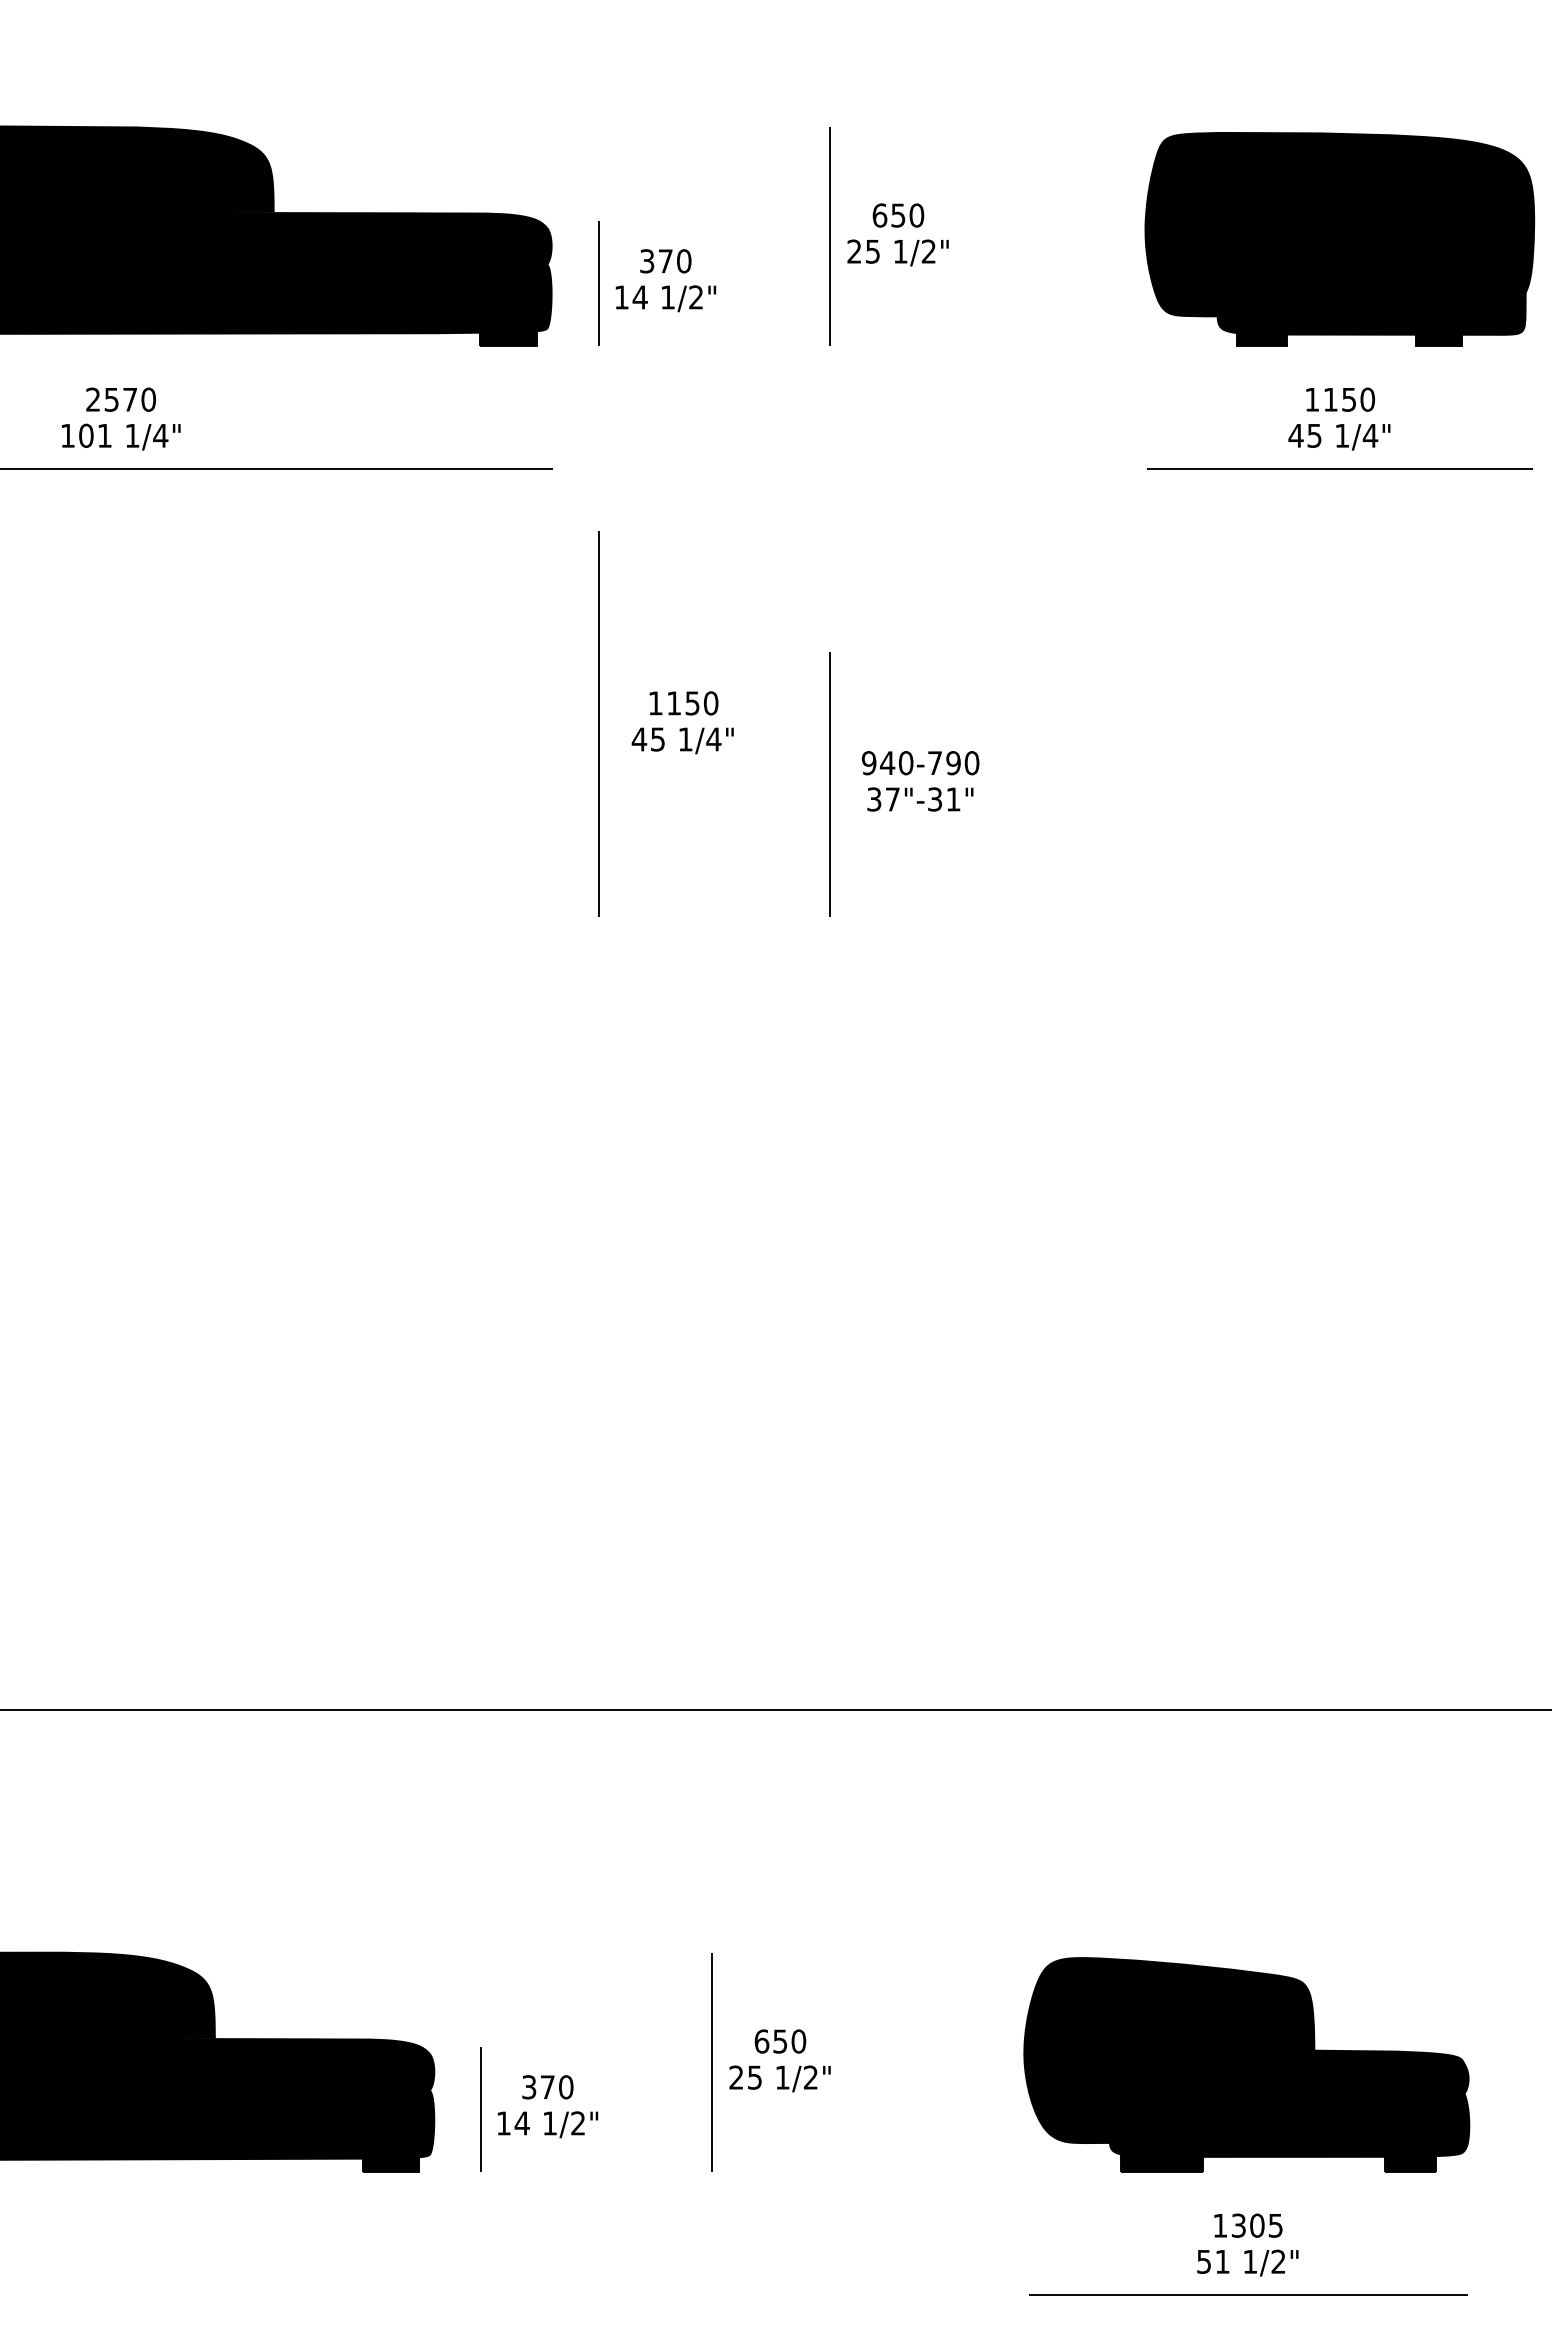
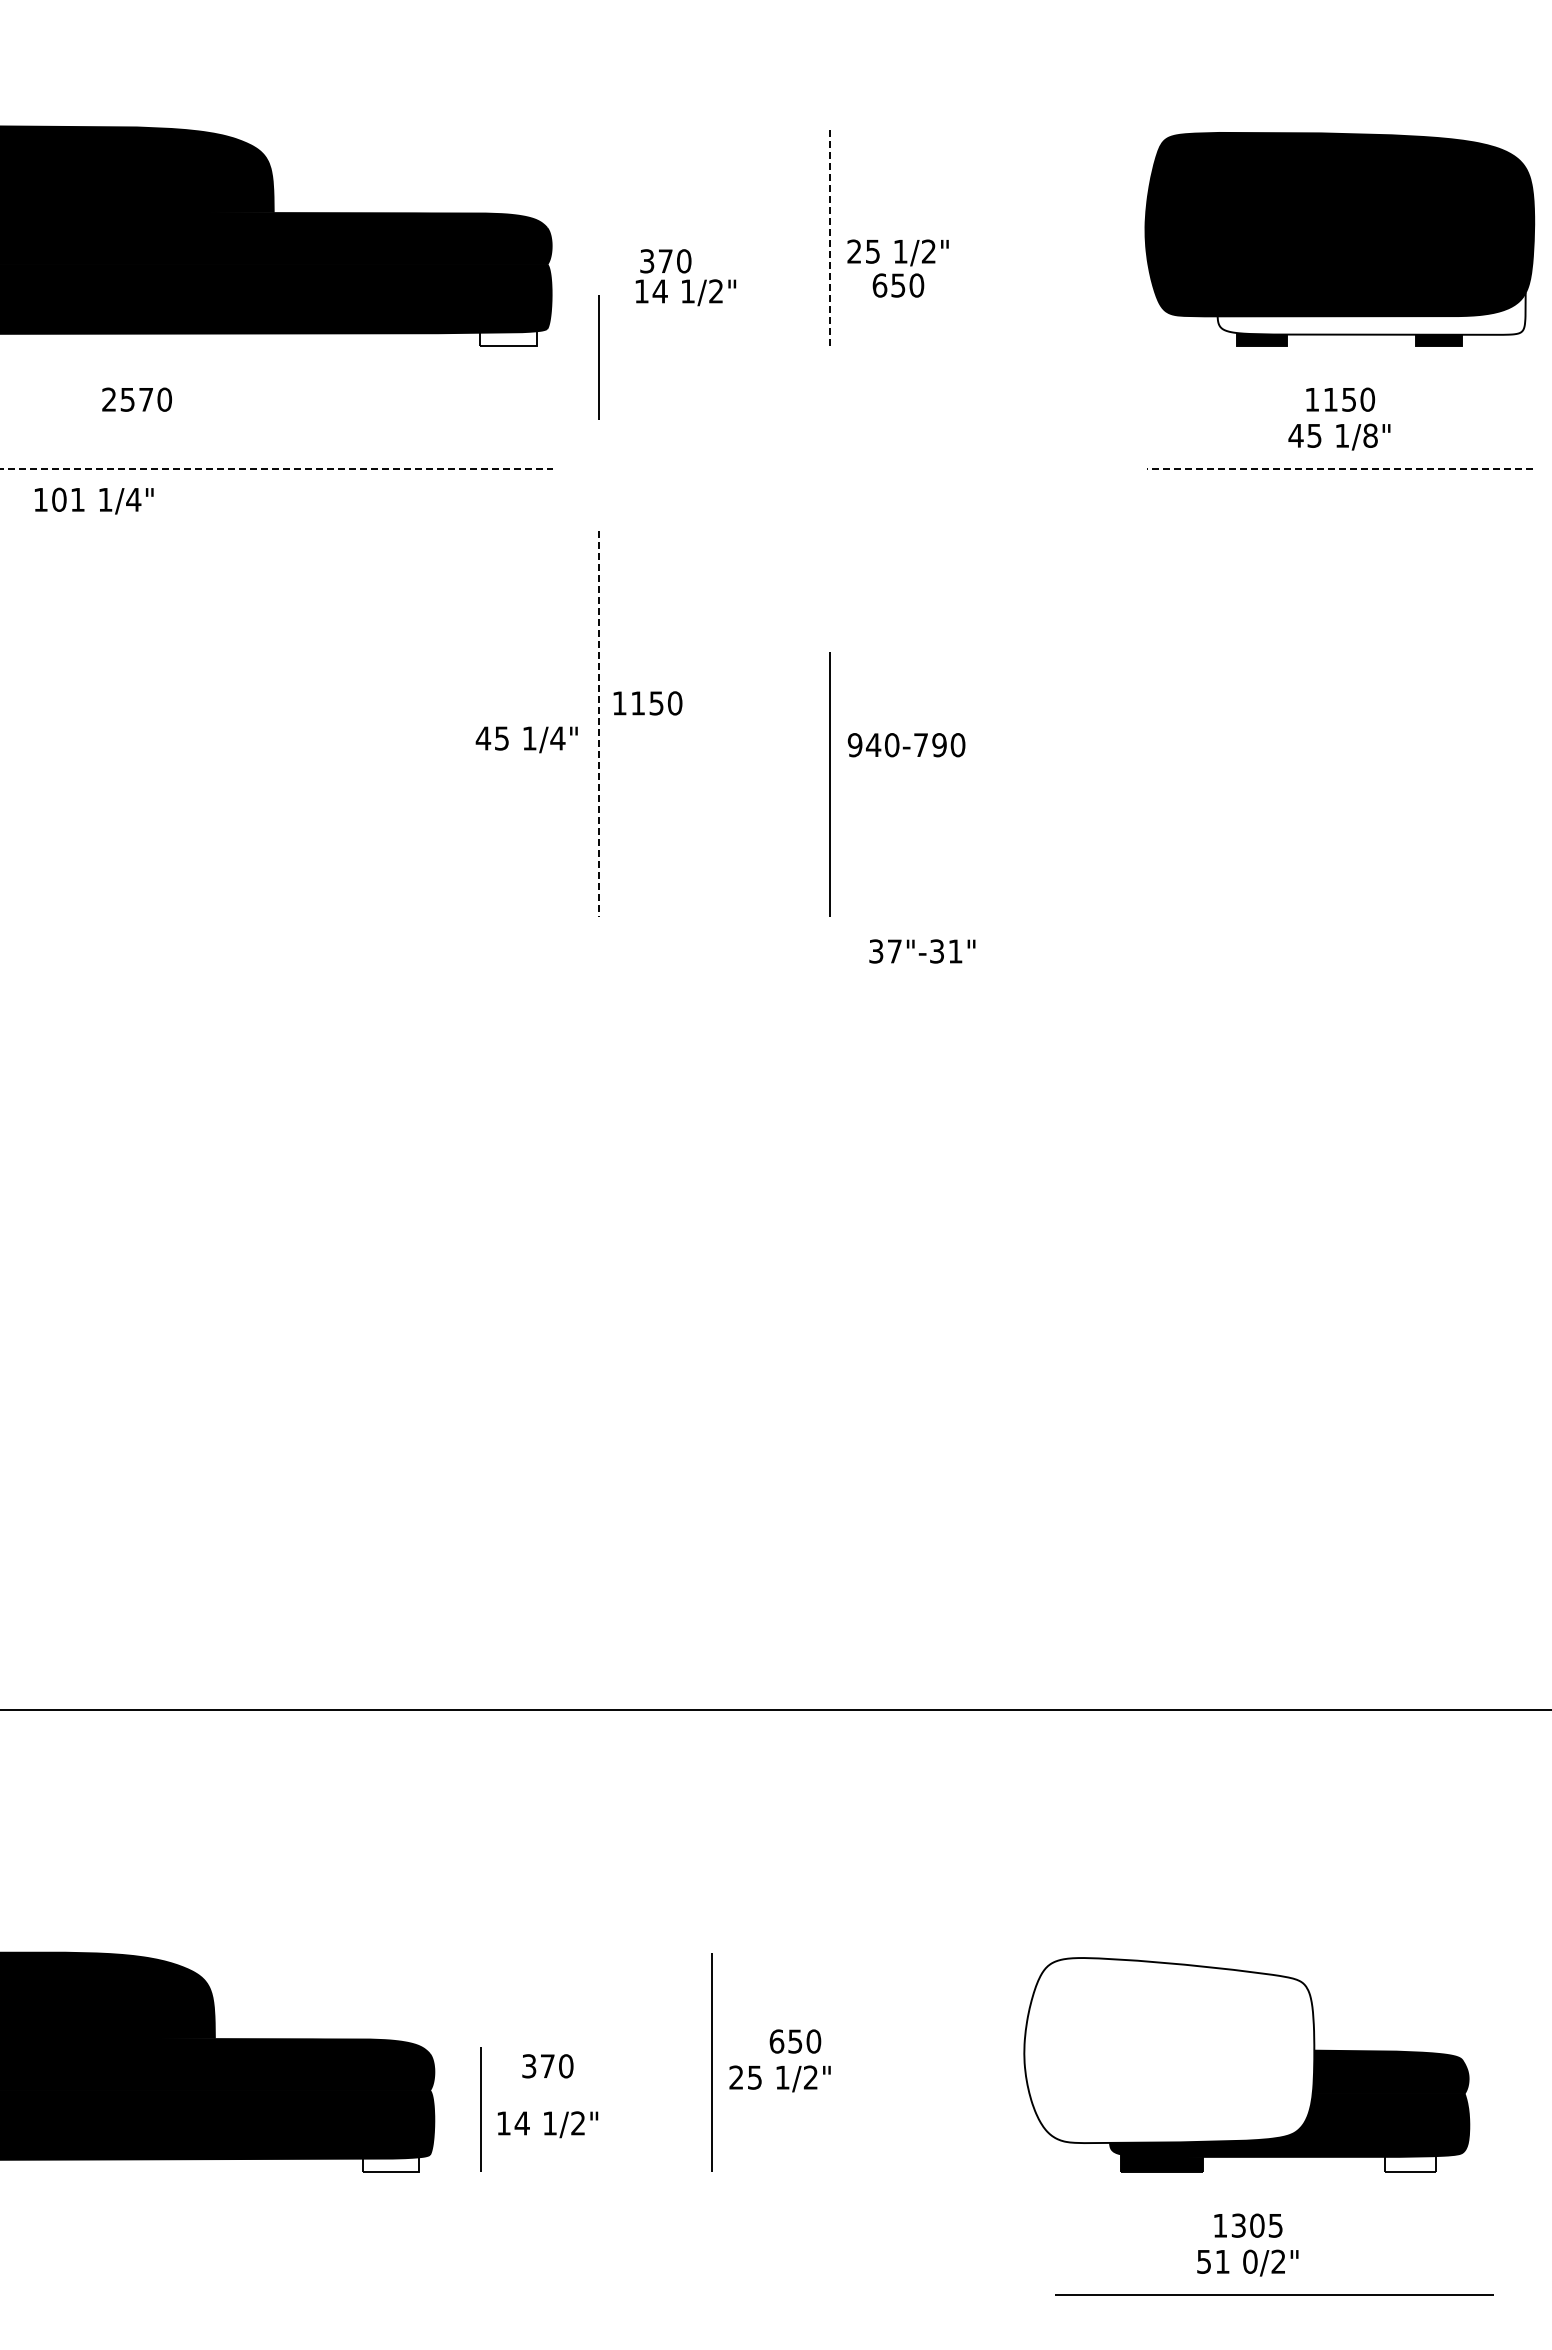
text at (898, 215) position: (898, 215) -> (898, 285)
line at (829, 235): solid -> dashed
line at (598, 283) position: (598, 283) -> (598, 357)
text at (665, 298) position: (665, 298) -> (685, 292)
fill at (1371, 313): present -> none
fill at (508, 338): present -> none
text at (120, 399) position: (120, 399) -> (136, 399)
text at (1370, 435): 1/4" -> 1/8"
text at (121, 436) position: (121, 436) -> (94, 500)
line at (277, 468): solid -> dashed
line at (1339, 468): solid -> dashed
text at (683, 703) position: (683, 703) -> (647, 703)
line at (598, 724): solid -> dashed
text at (682, 740) position: (682, 740) -> (526, 739)
text at (920, 763) position: (920, 763) -> (906, 745)
text at (920, 799) position: (920, 799) -> (922, 951)
text at (780, 2041) position: (780, 2041) -> (795, 2041)
fill at (1169, 2050): present -> none
text at (547, 2087) position: (547, 2087) -> (547, 2066)
fill at (1409, 2163): present -> none
fill at (390, 2164): present -> none
text at (1250, 2261): 1/2" -> 0/2"
line at (1248, 2294) position: (1248, 2294) -> (1274, 2294)
